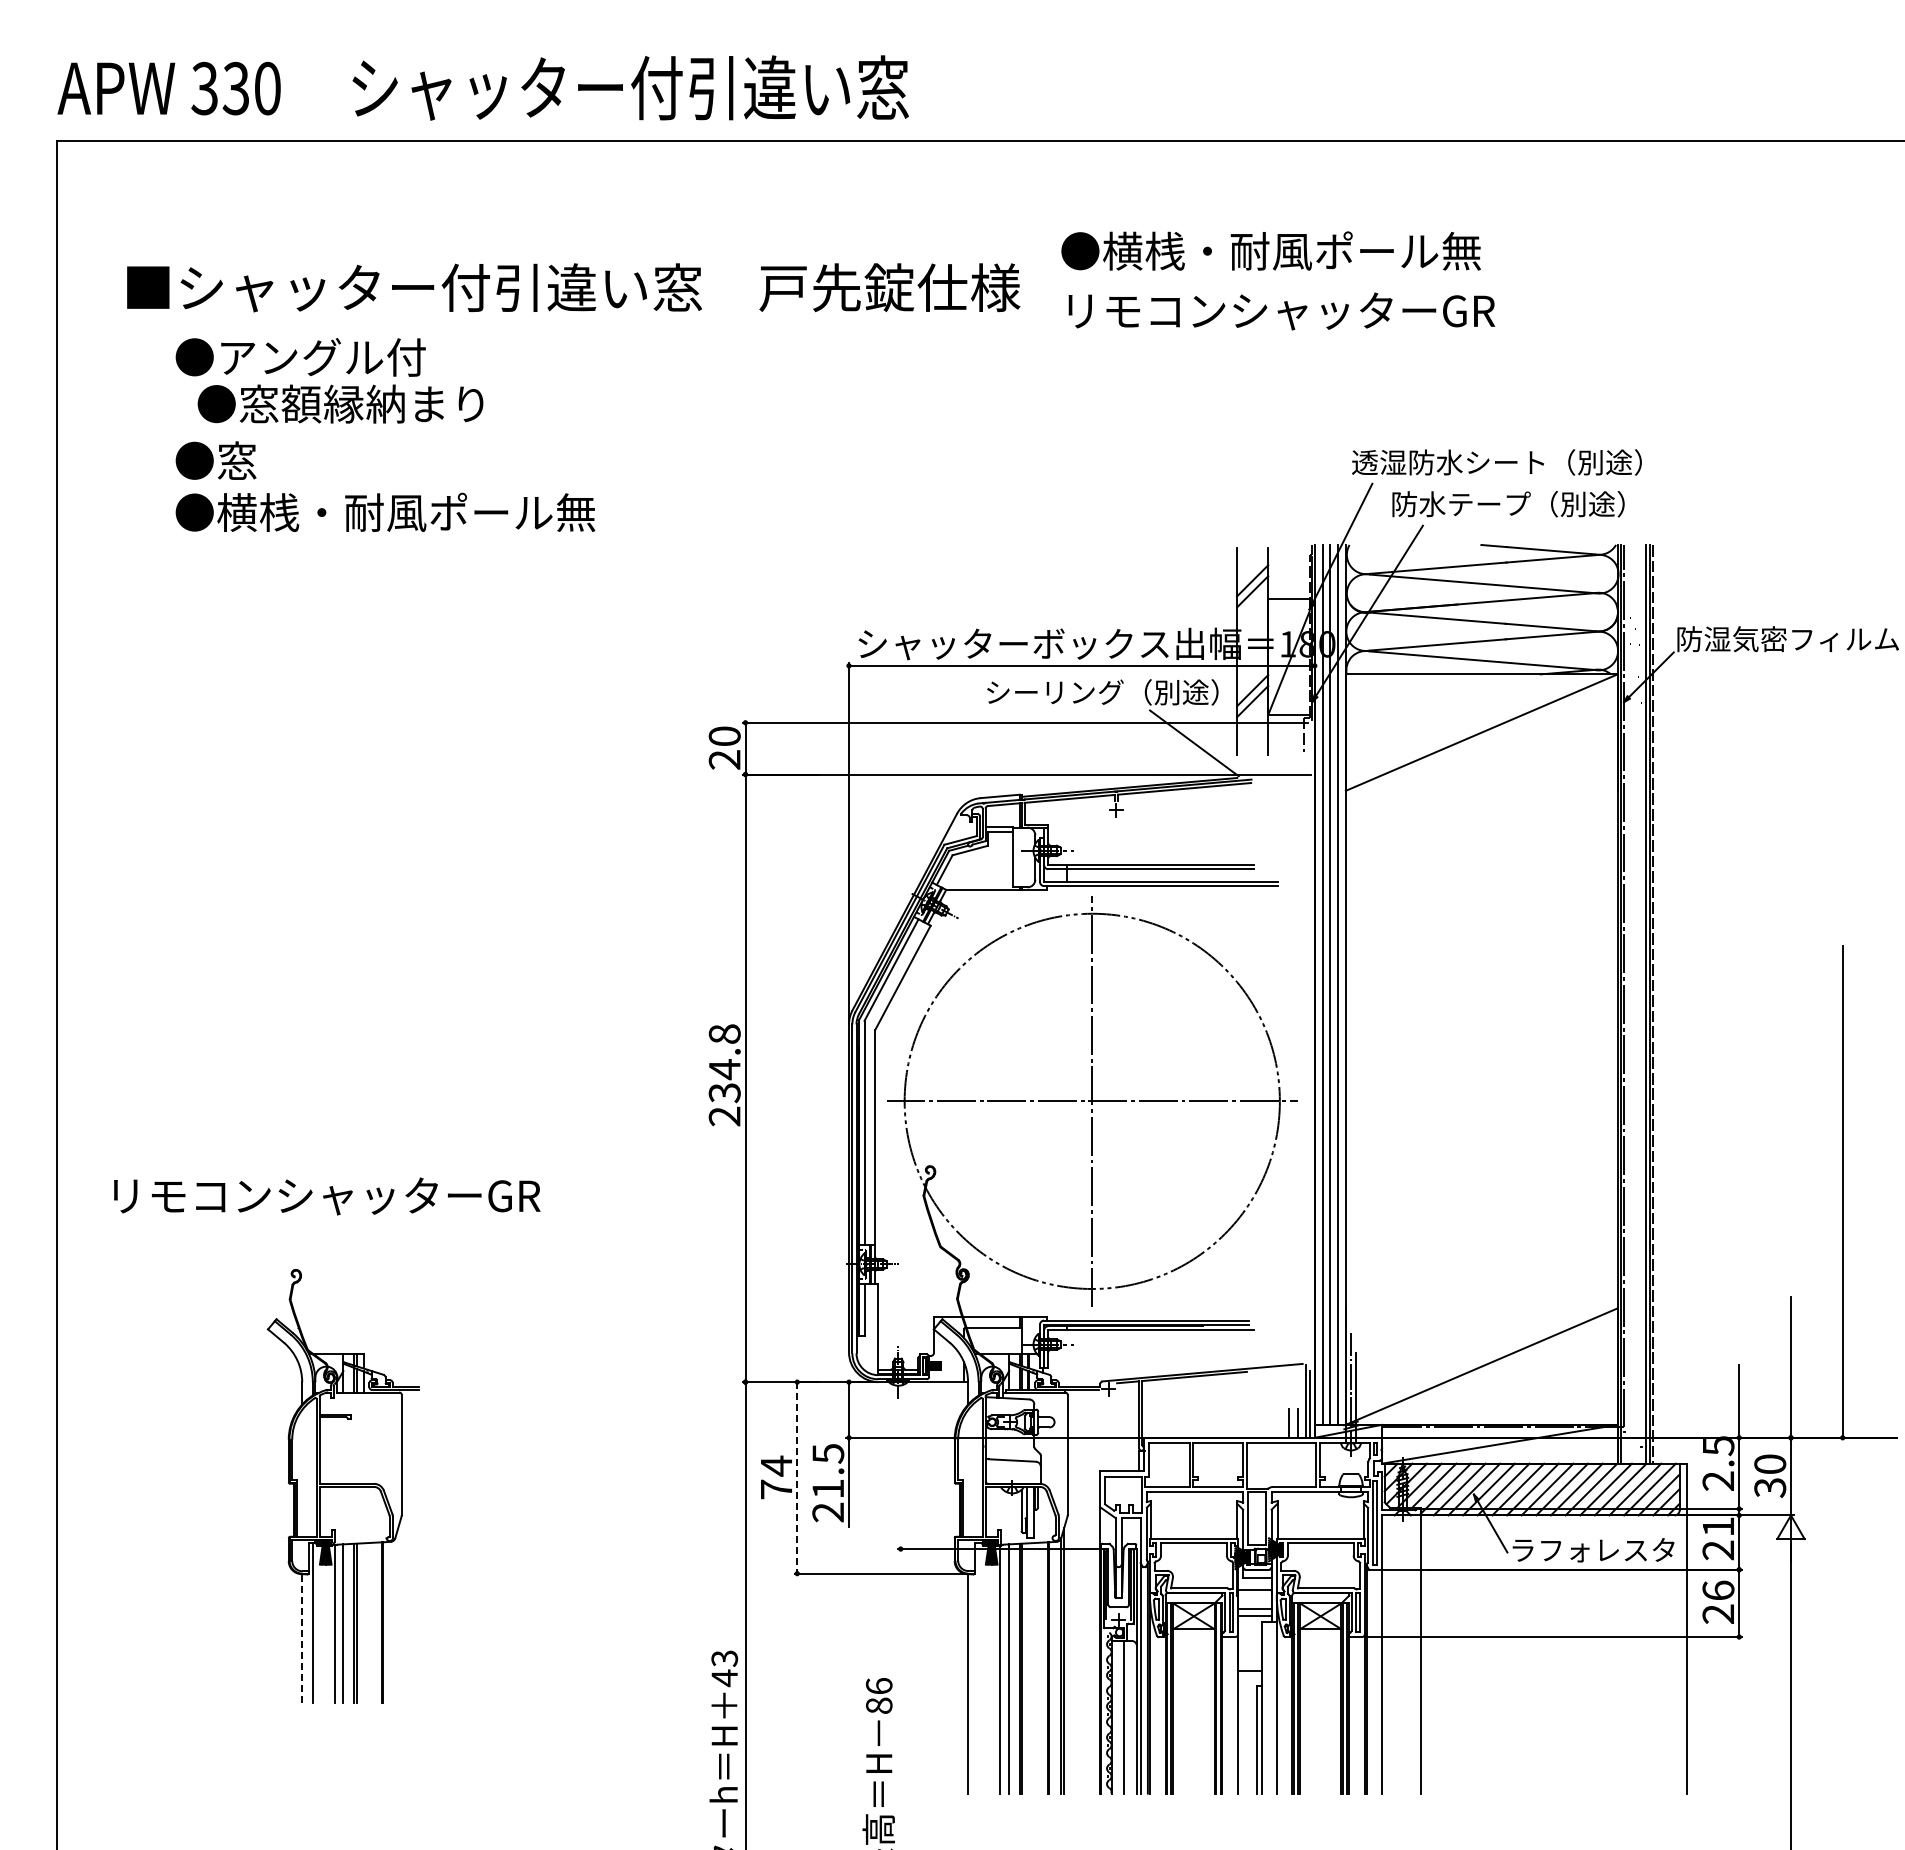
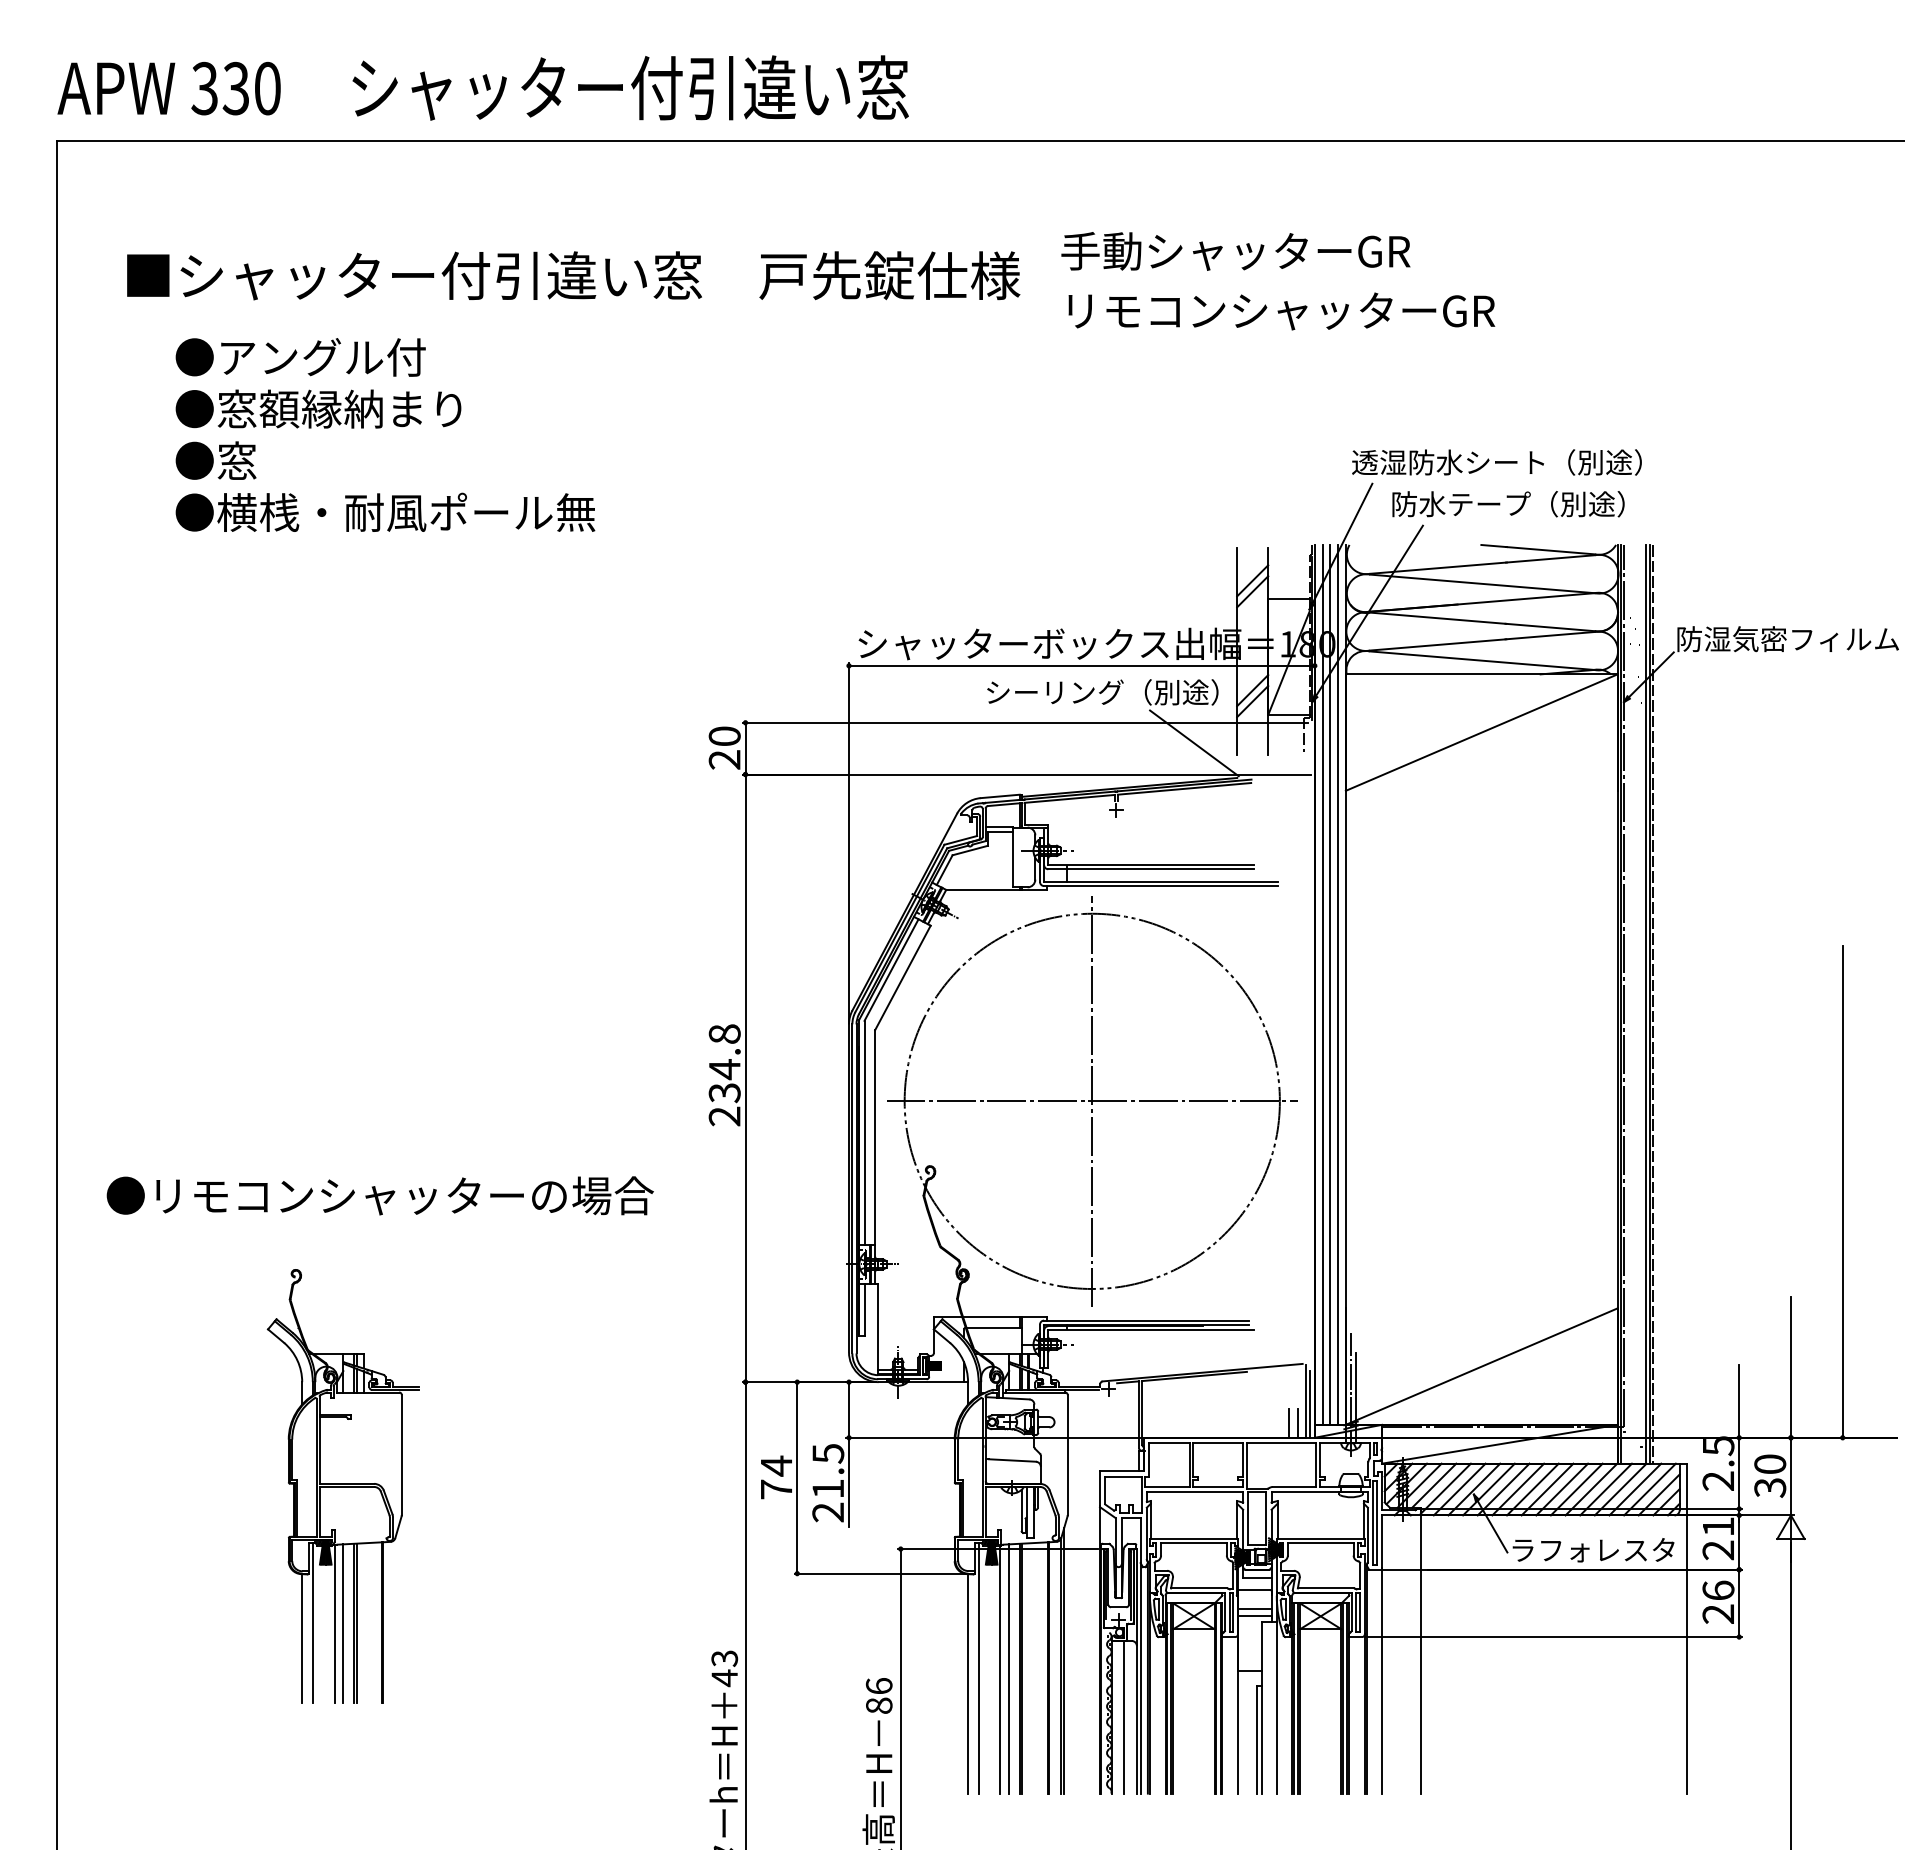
text at (1270, 250): ●横桟・耐風ポール無 -> 手動シャッターGR
text at (573, 287) position: (573, 287) -> (573, 275)
text at (340, 403) position: (340, 403) -> (318, 408)
text at (379, 1195): リモコンシャッターGR -> ●リモコンシャッターの場合
line at (797, 1477): dashed -> solid
line at (302, 1638): dashed -> solid
line at (978, 1668): none -> present
line at (900, 1697): none -> present
